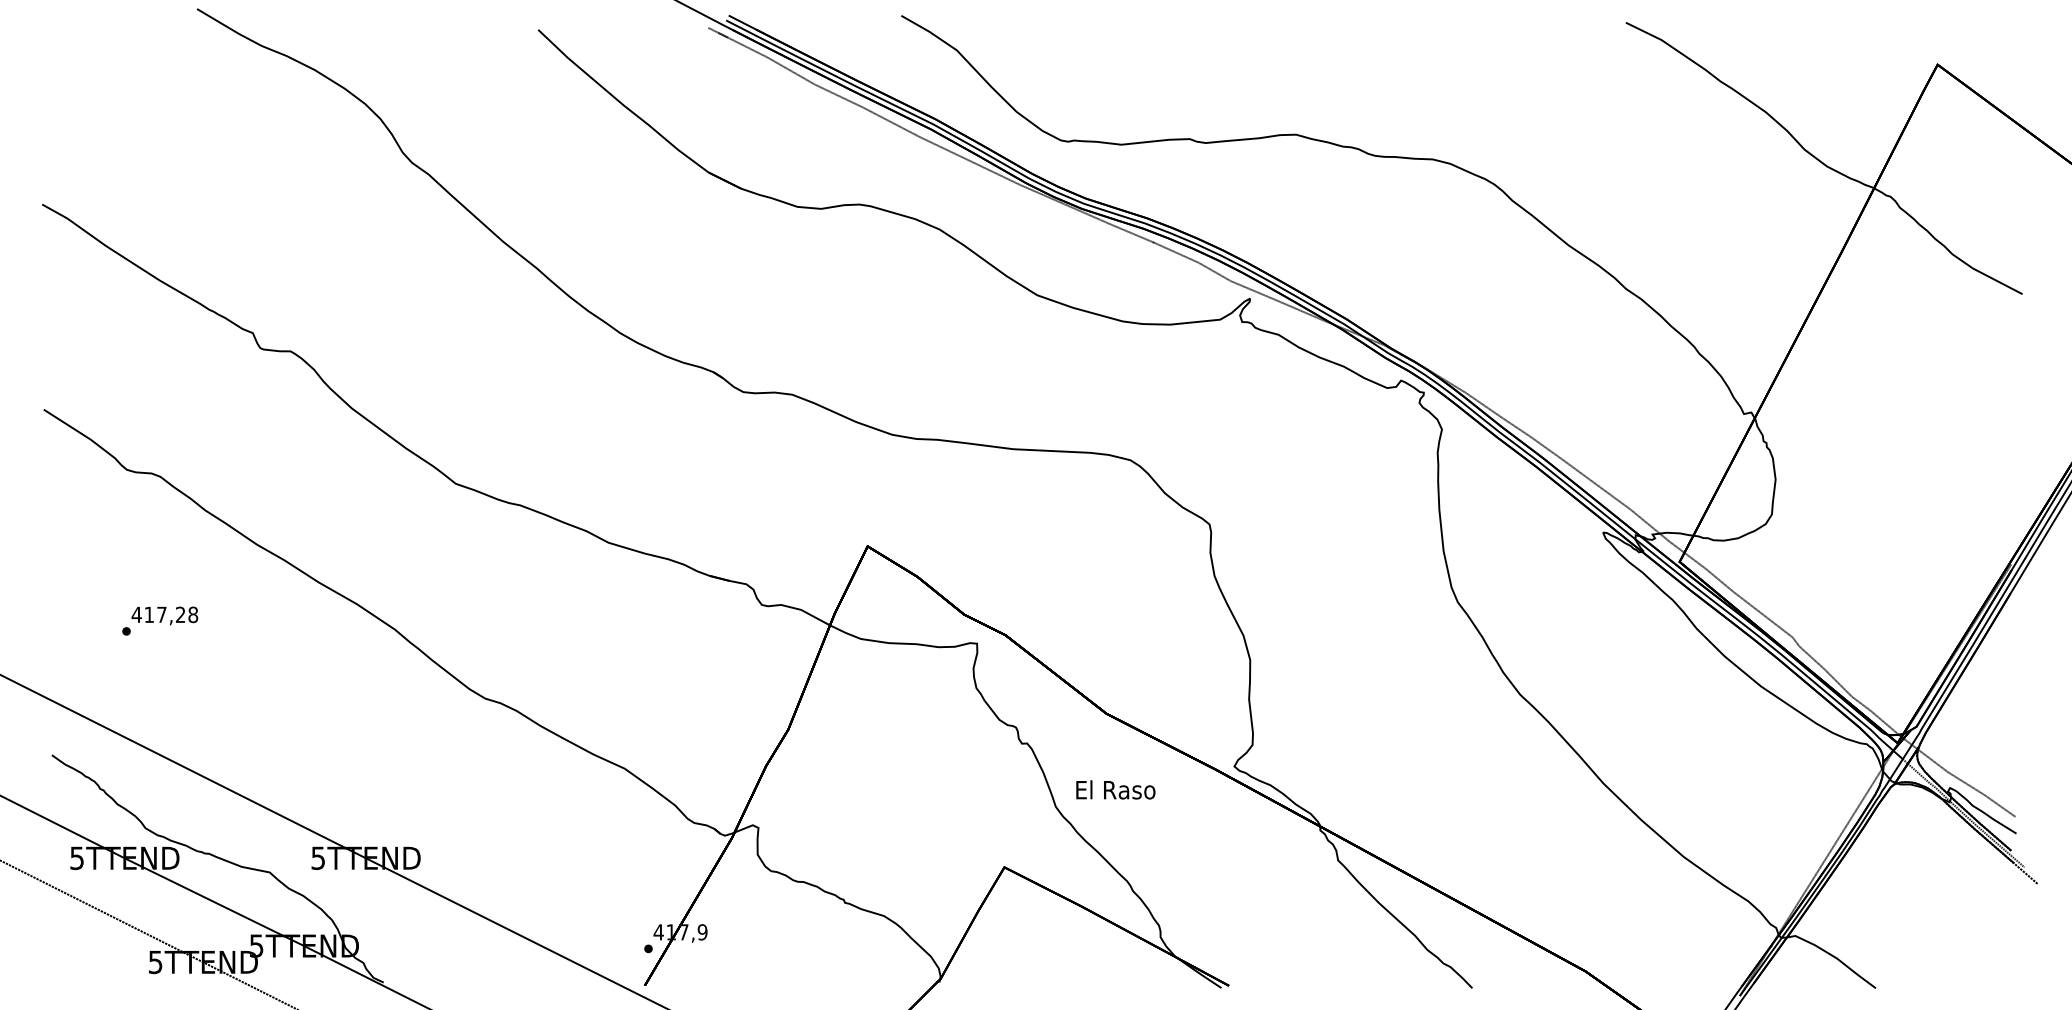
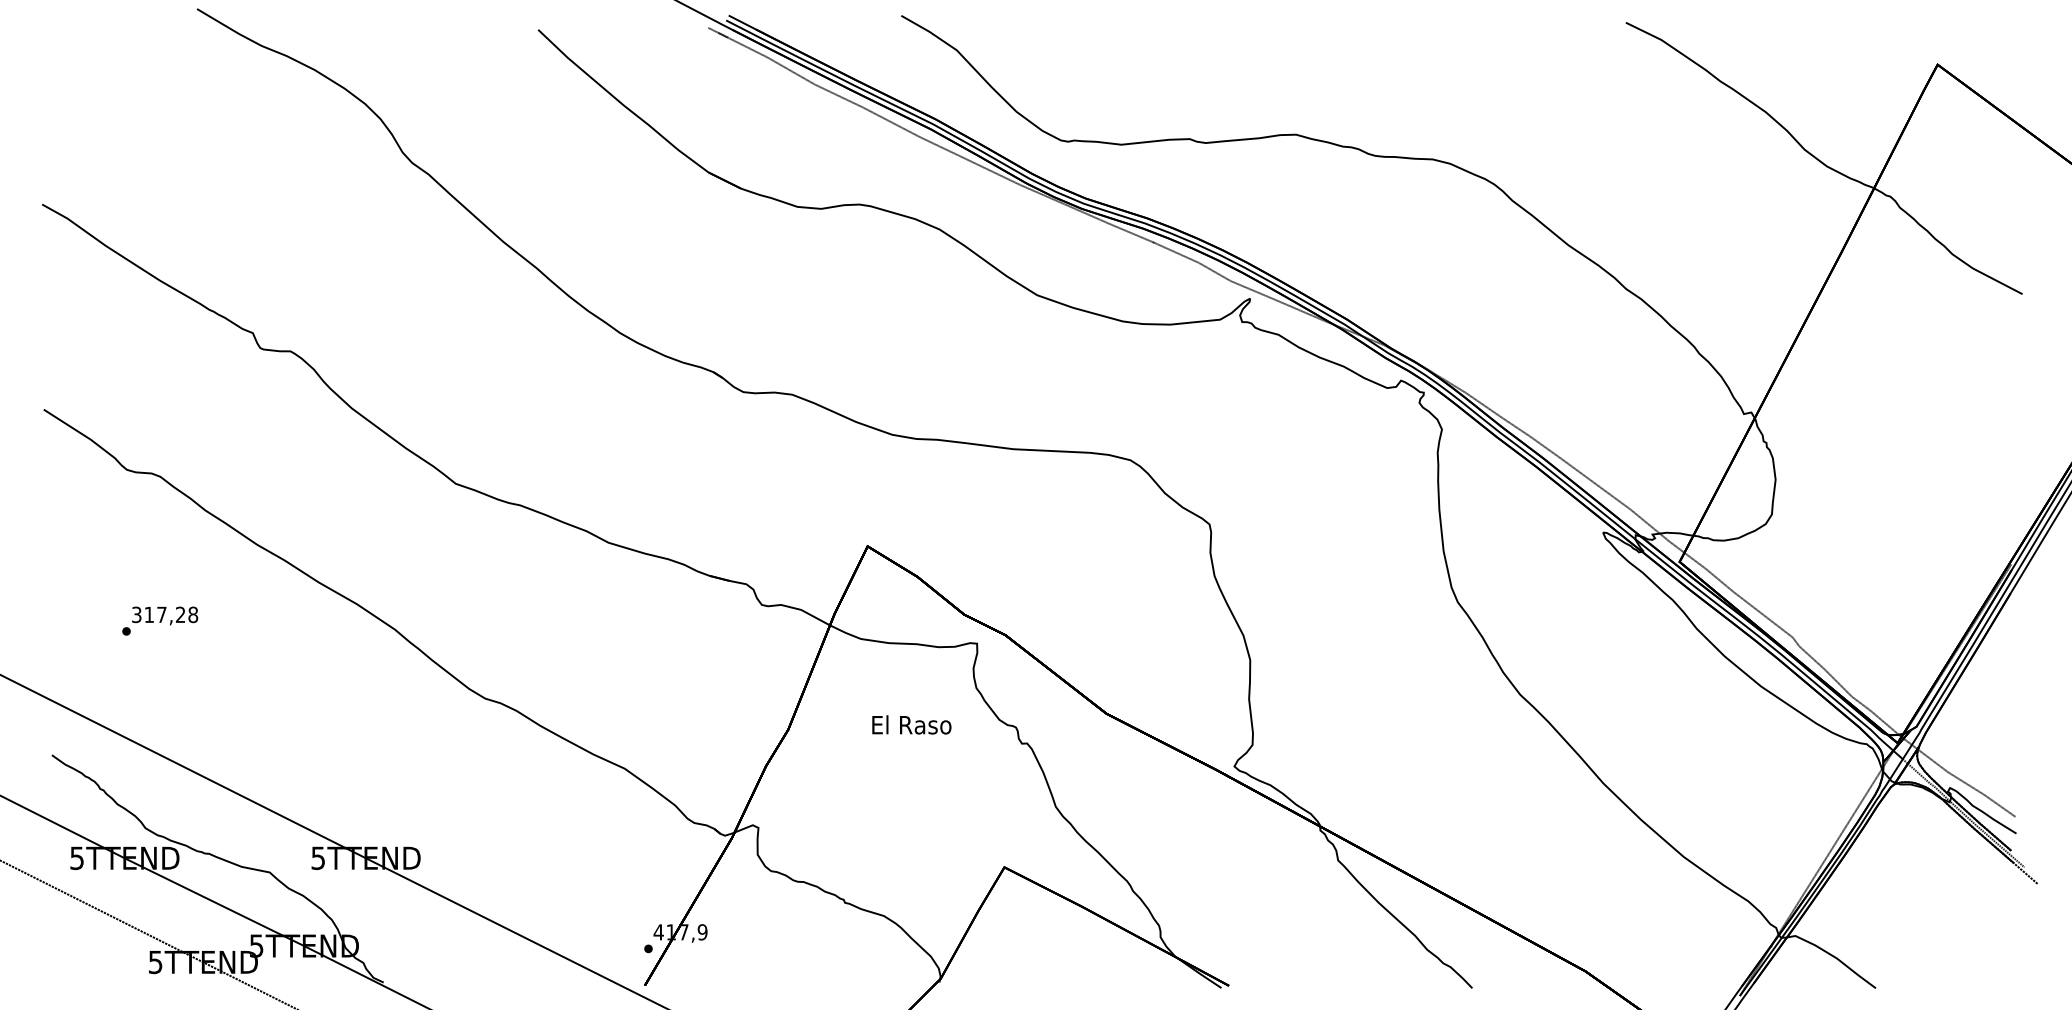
text at (136, 614): 417,28 -> 317,28
text at (1115, 789) position: (1115, 789) -> (911, 724)
